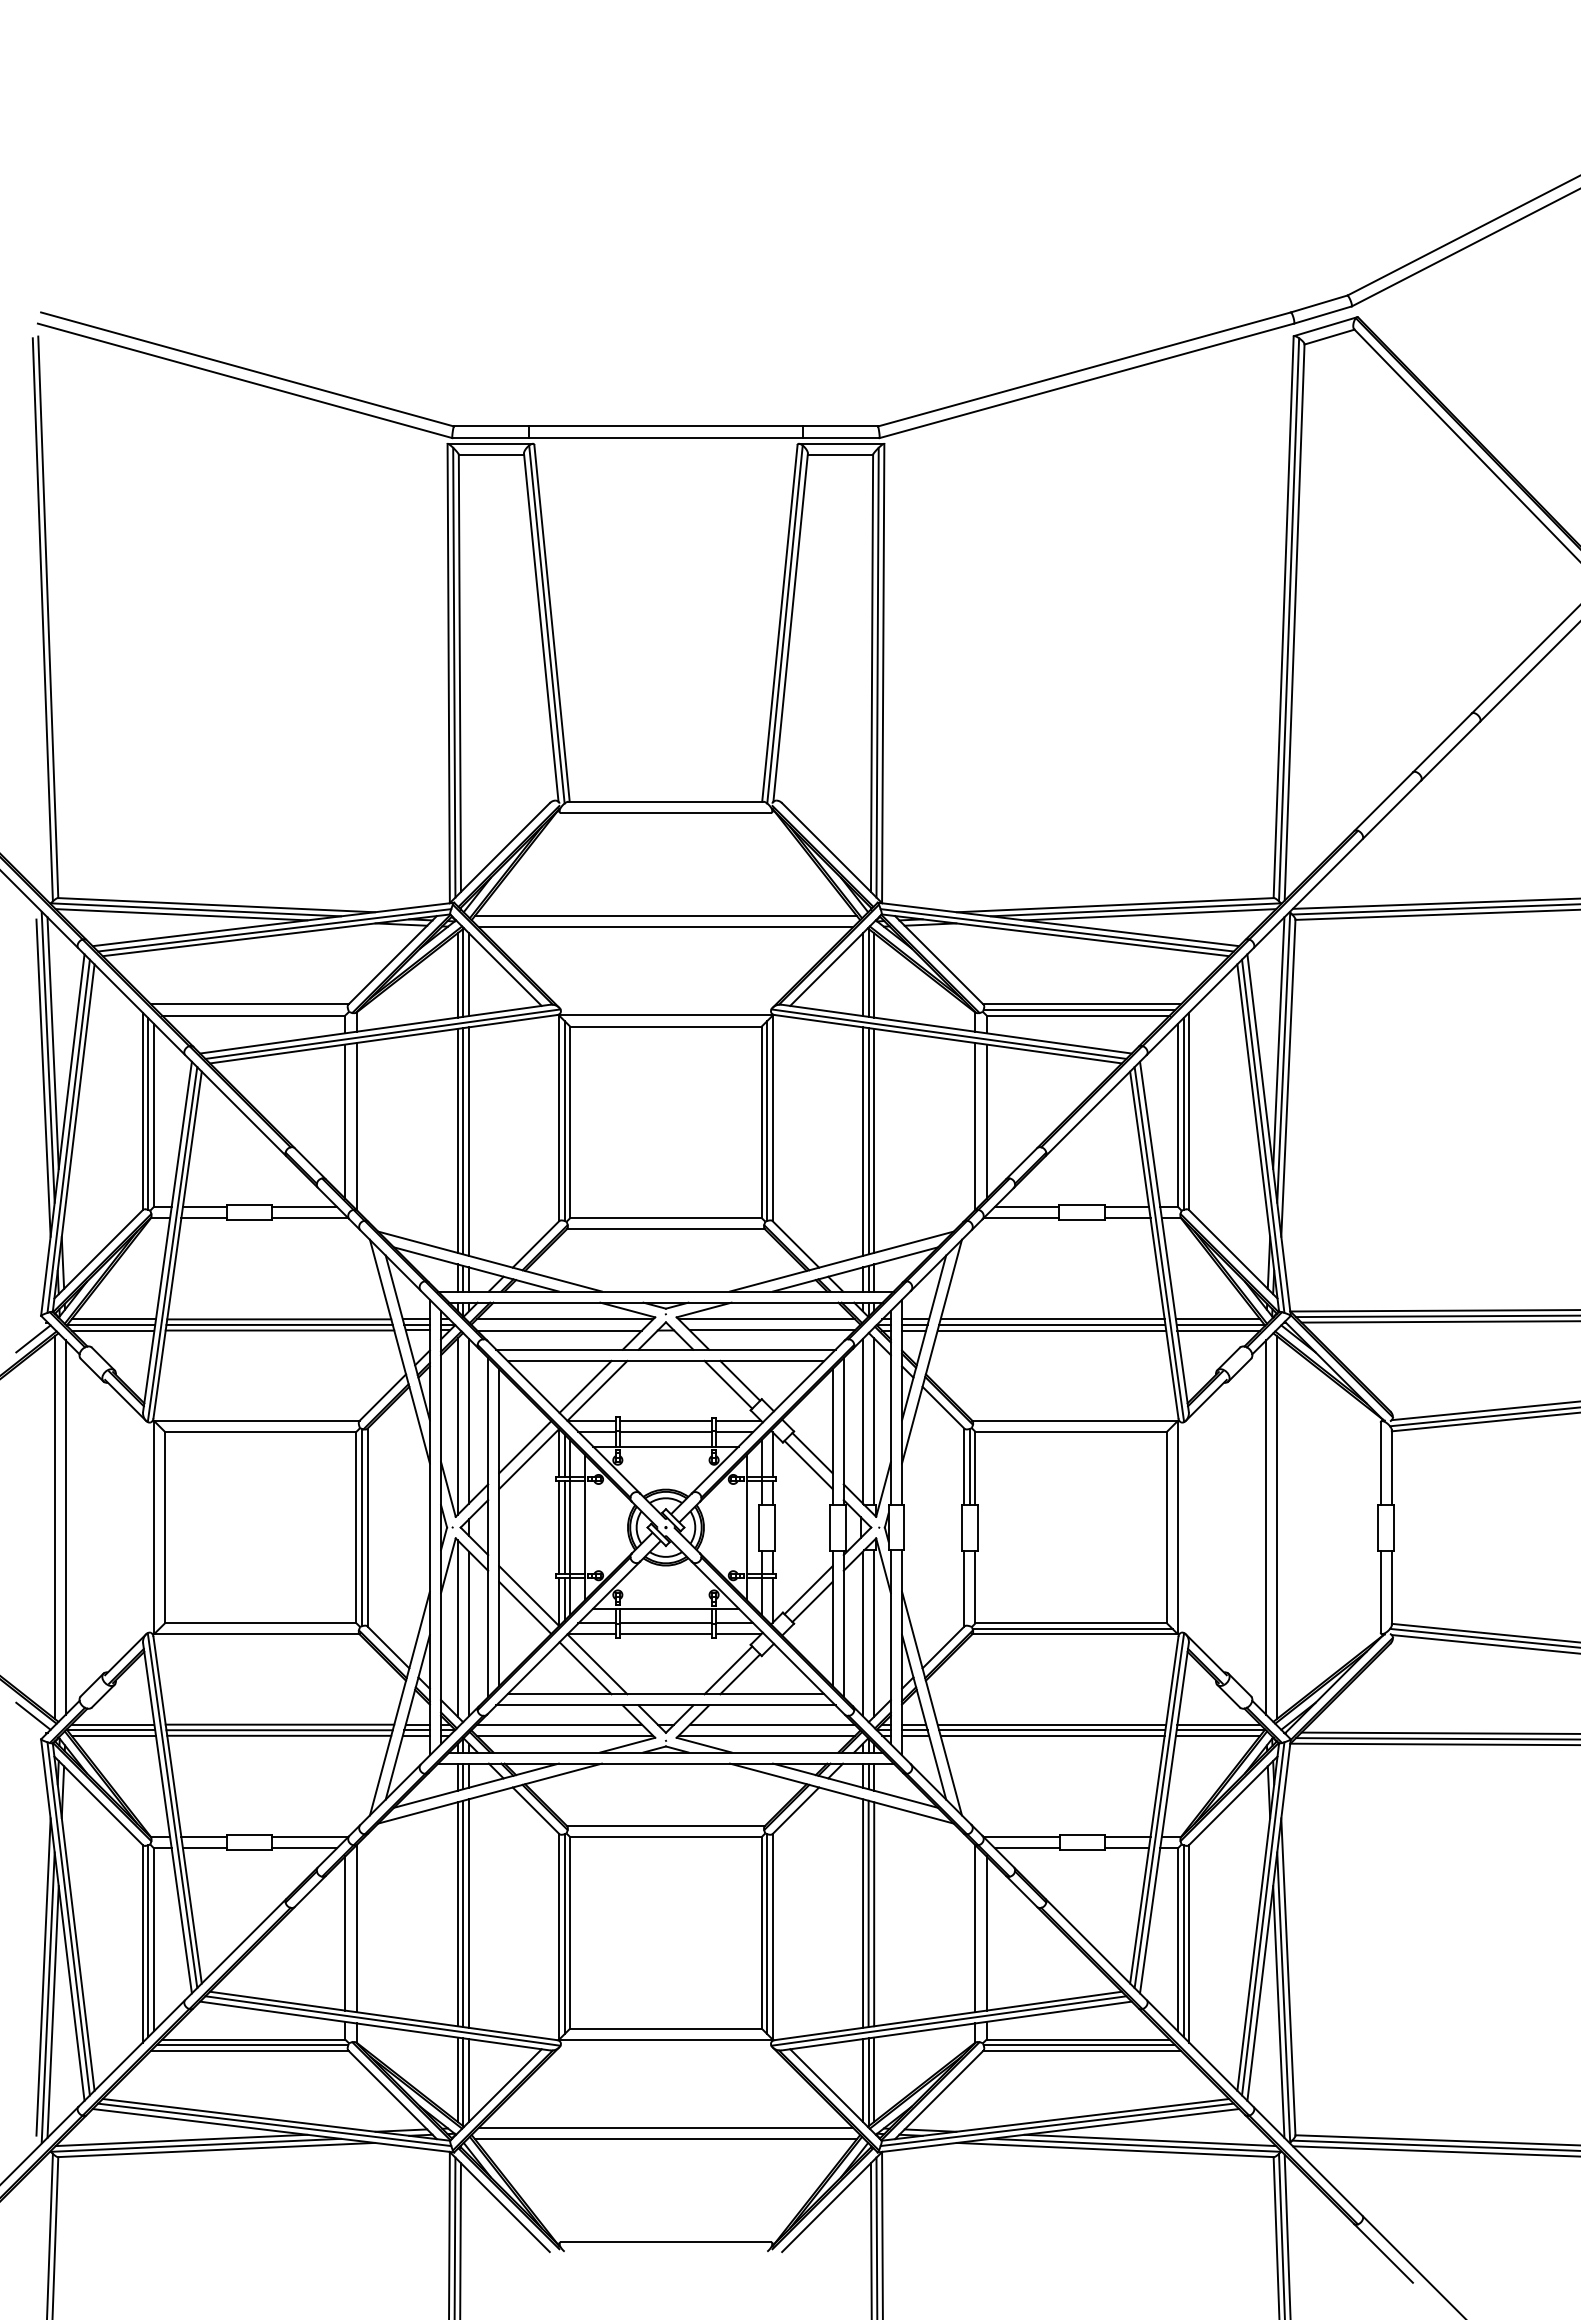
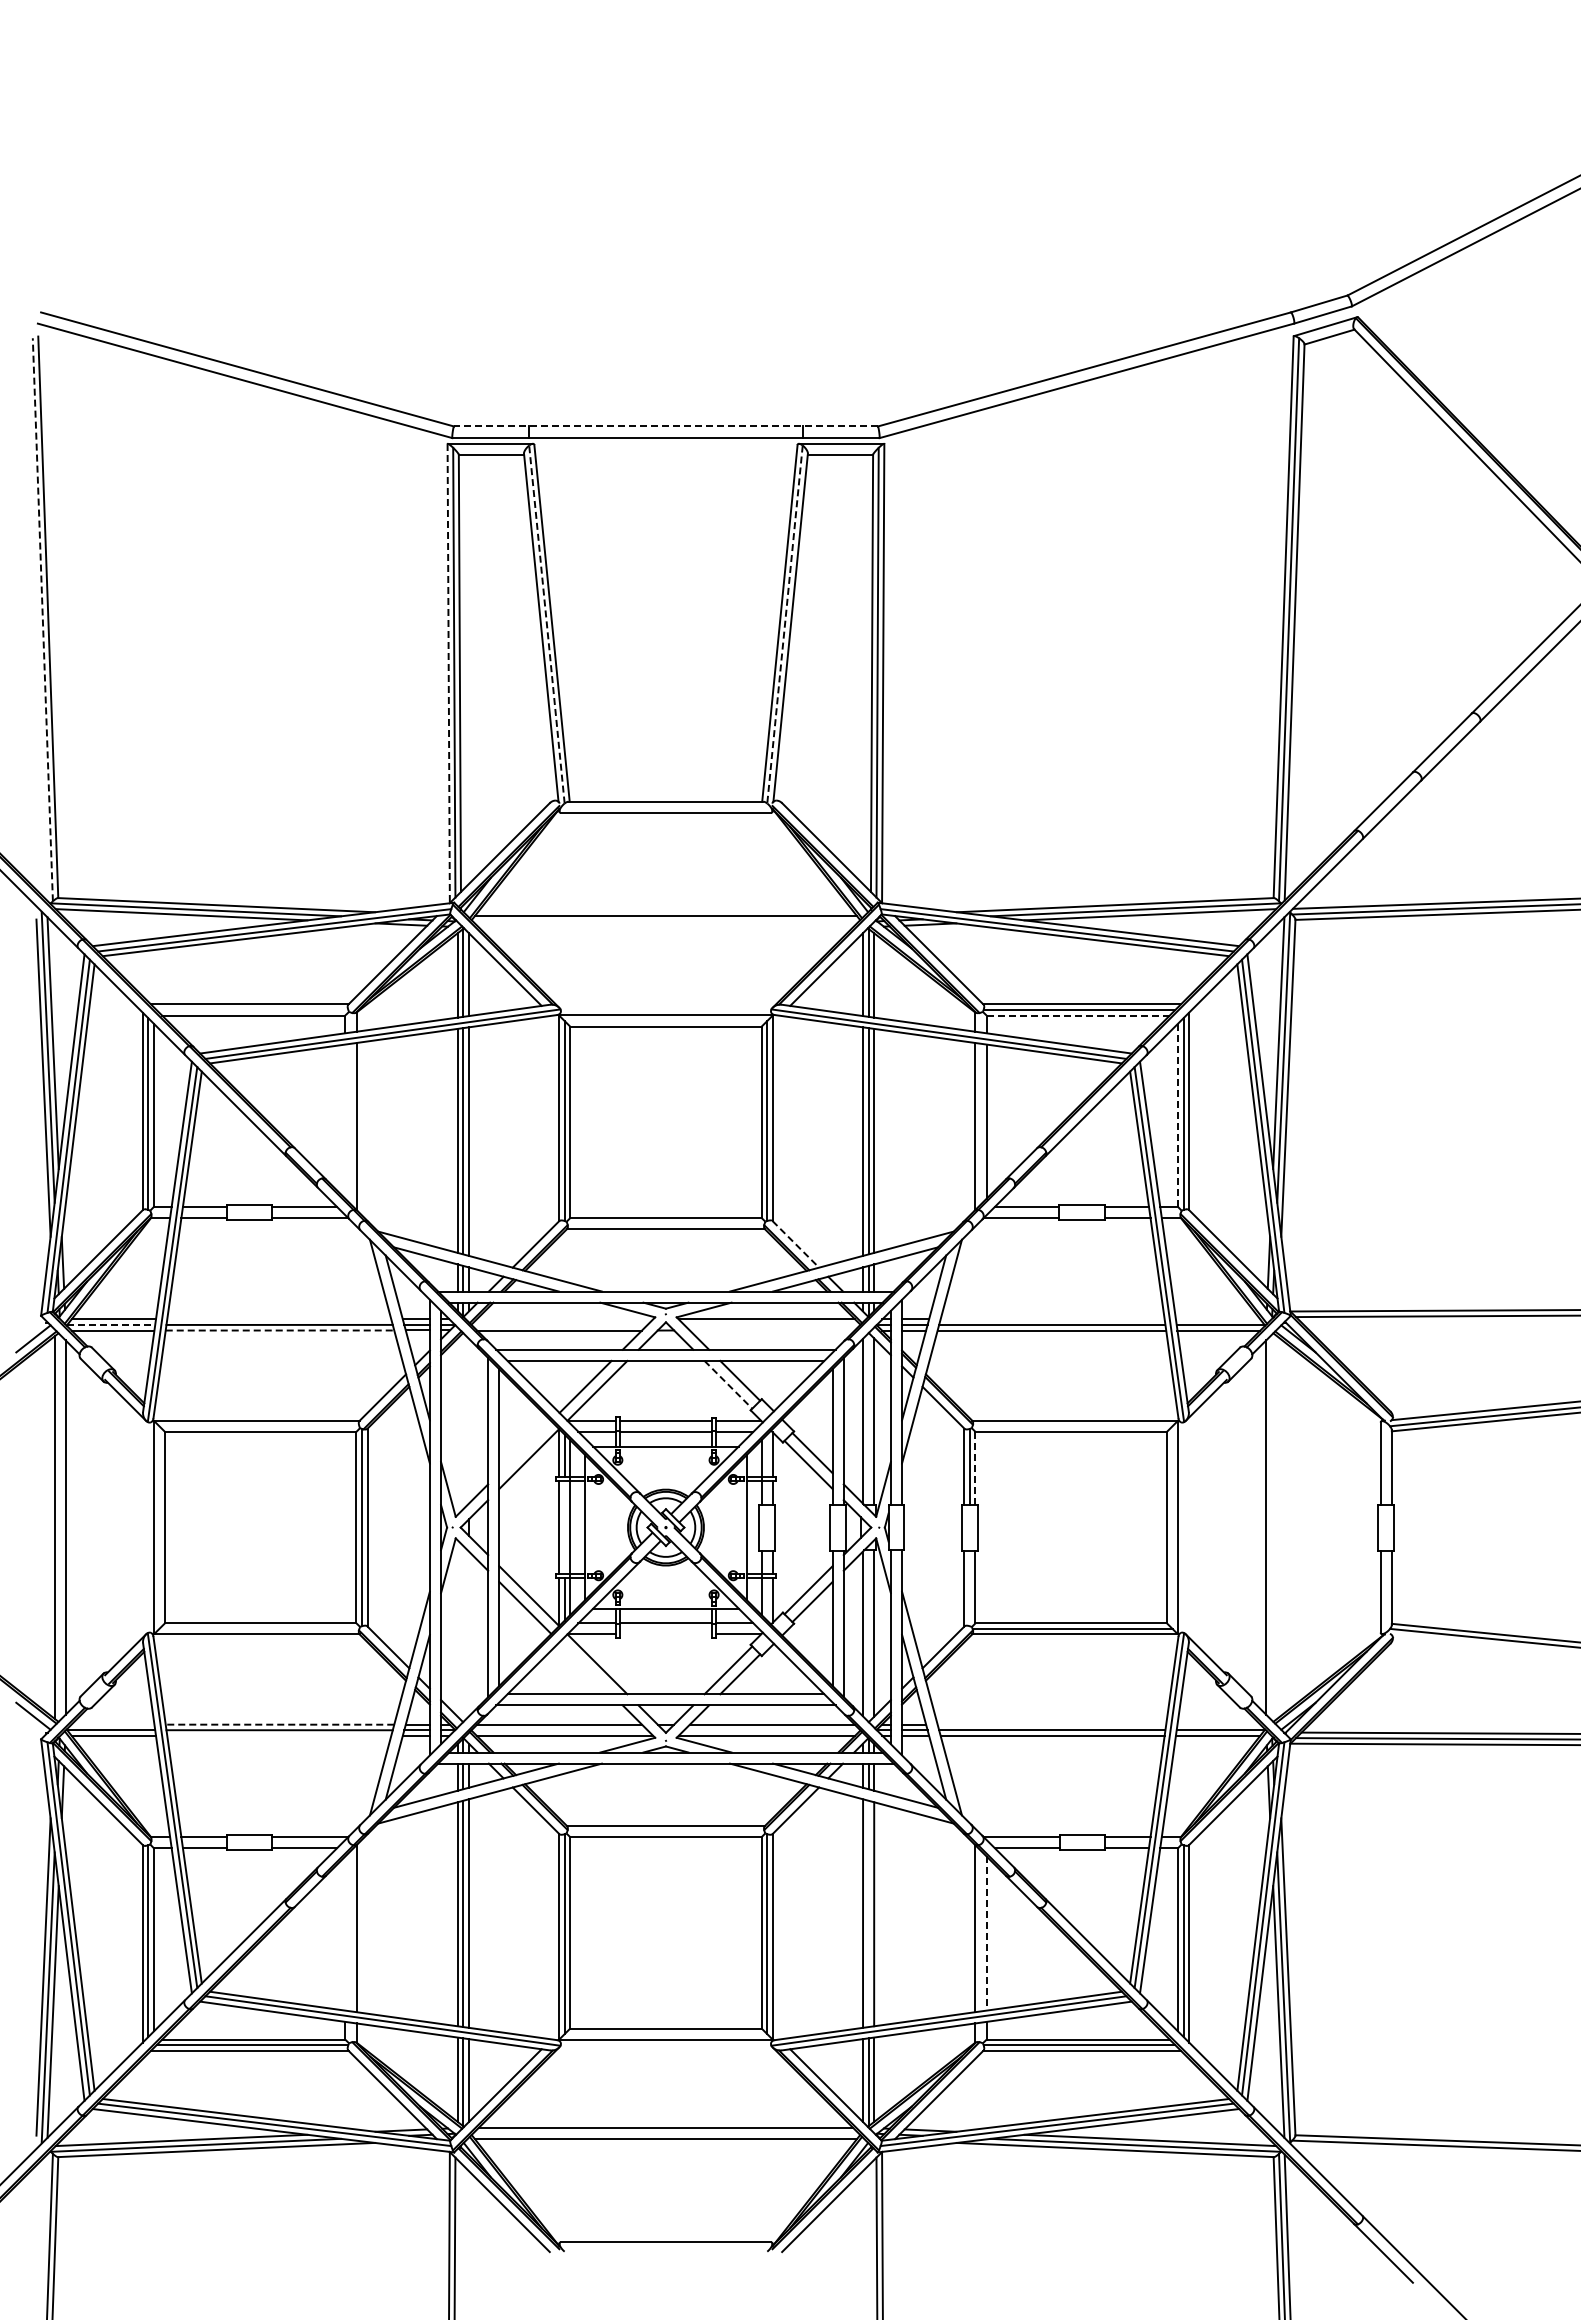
line at (665, 426): solid -> dashed
line at (42, 619): solid -> dashed
line at (546, 624): solid -> dashed
line at (785, 624): solid -> dashed
line at (448, 673): solid -> dashed
line at (665, 927): present -> none
line at (1078, 1015): solid -> dashed
line at (1178, 1115): solid -> dashed
line at (345, 1121): present -> none
line at (795, 1244): solid -> dashed
line at (279, 1319): present -> none
line at (564, 1319): present -> none
line at (1052, 1319): present -> none
line at (1217, 1319): present -> none
line at (1439, 1321): present -> none
line at (111, 1324): solid -> dashed
line at (280, 1330): solid -> dashed
line at (771, 1330): present -> none
line at (728, 1384): solid -> dashed
line at (468, 1420): present -> none
line at (457, 1426): present -> none
line at (525, 1447): present -> none
line at (975, 1468): solid -> dashed
line at (564, 1527): present -> none
line at (1277, 1527): present -> none
line at (457, 1628): present -> none
line at (468, 1633): present -> none
line at (665, 1634): present -> none
line at (1484, 1644): present -> none
line at (585, 1668): present -> none
line at (112, 1724): present -> none
line at (279, 1724): solid -> dashed
line at (1051, 1724): present -> none
line at (1218, 1724): present -> none
line at (279, 1735): present -> none
line at (868, 1913): present -> none
line at (345, 1933): present -> none
line at (986, 1934): solid -> dashed
line at (1434, 2151): present -> none
line at (460, 2239): present -> none
line at (870, 2239): present -> none
